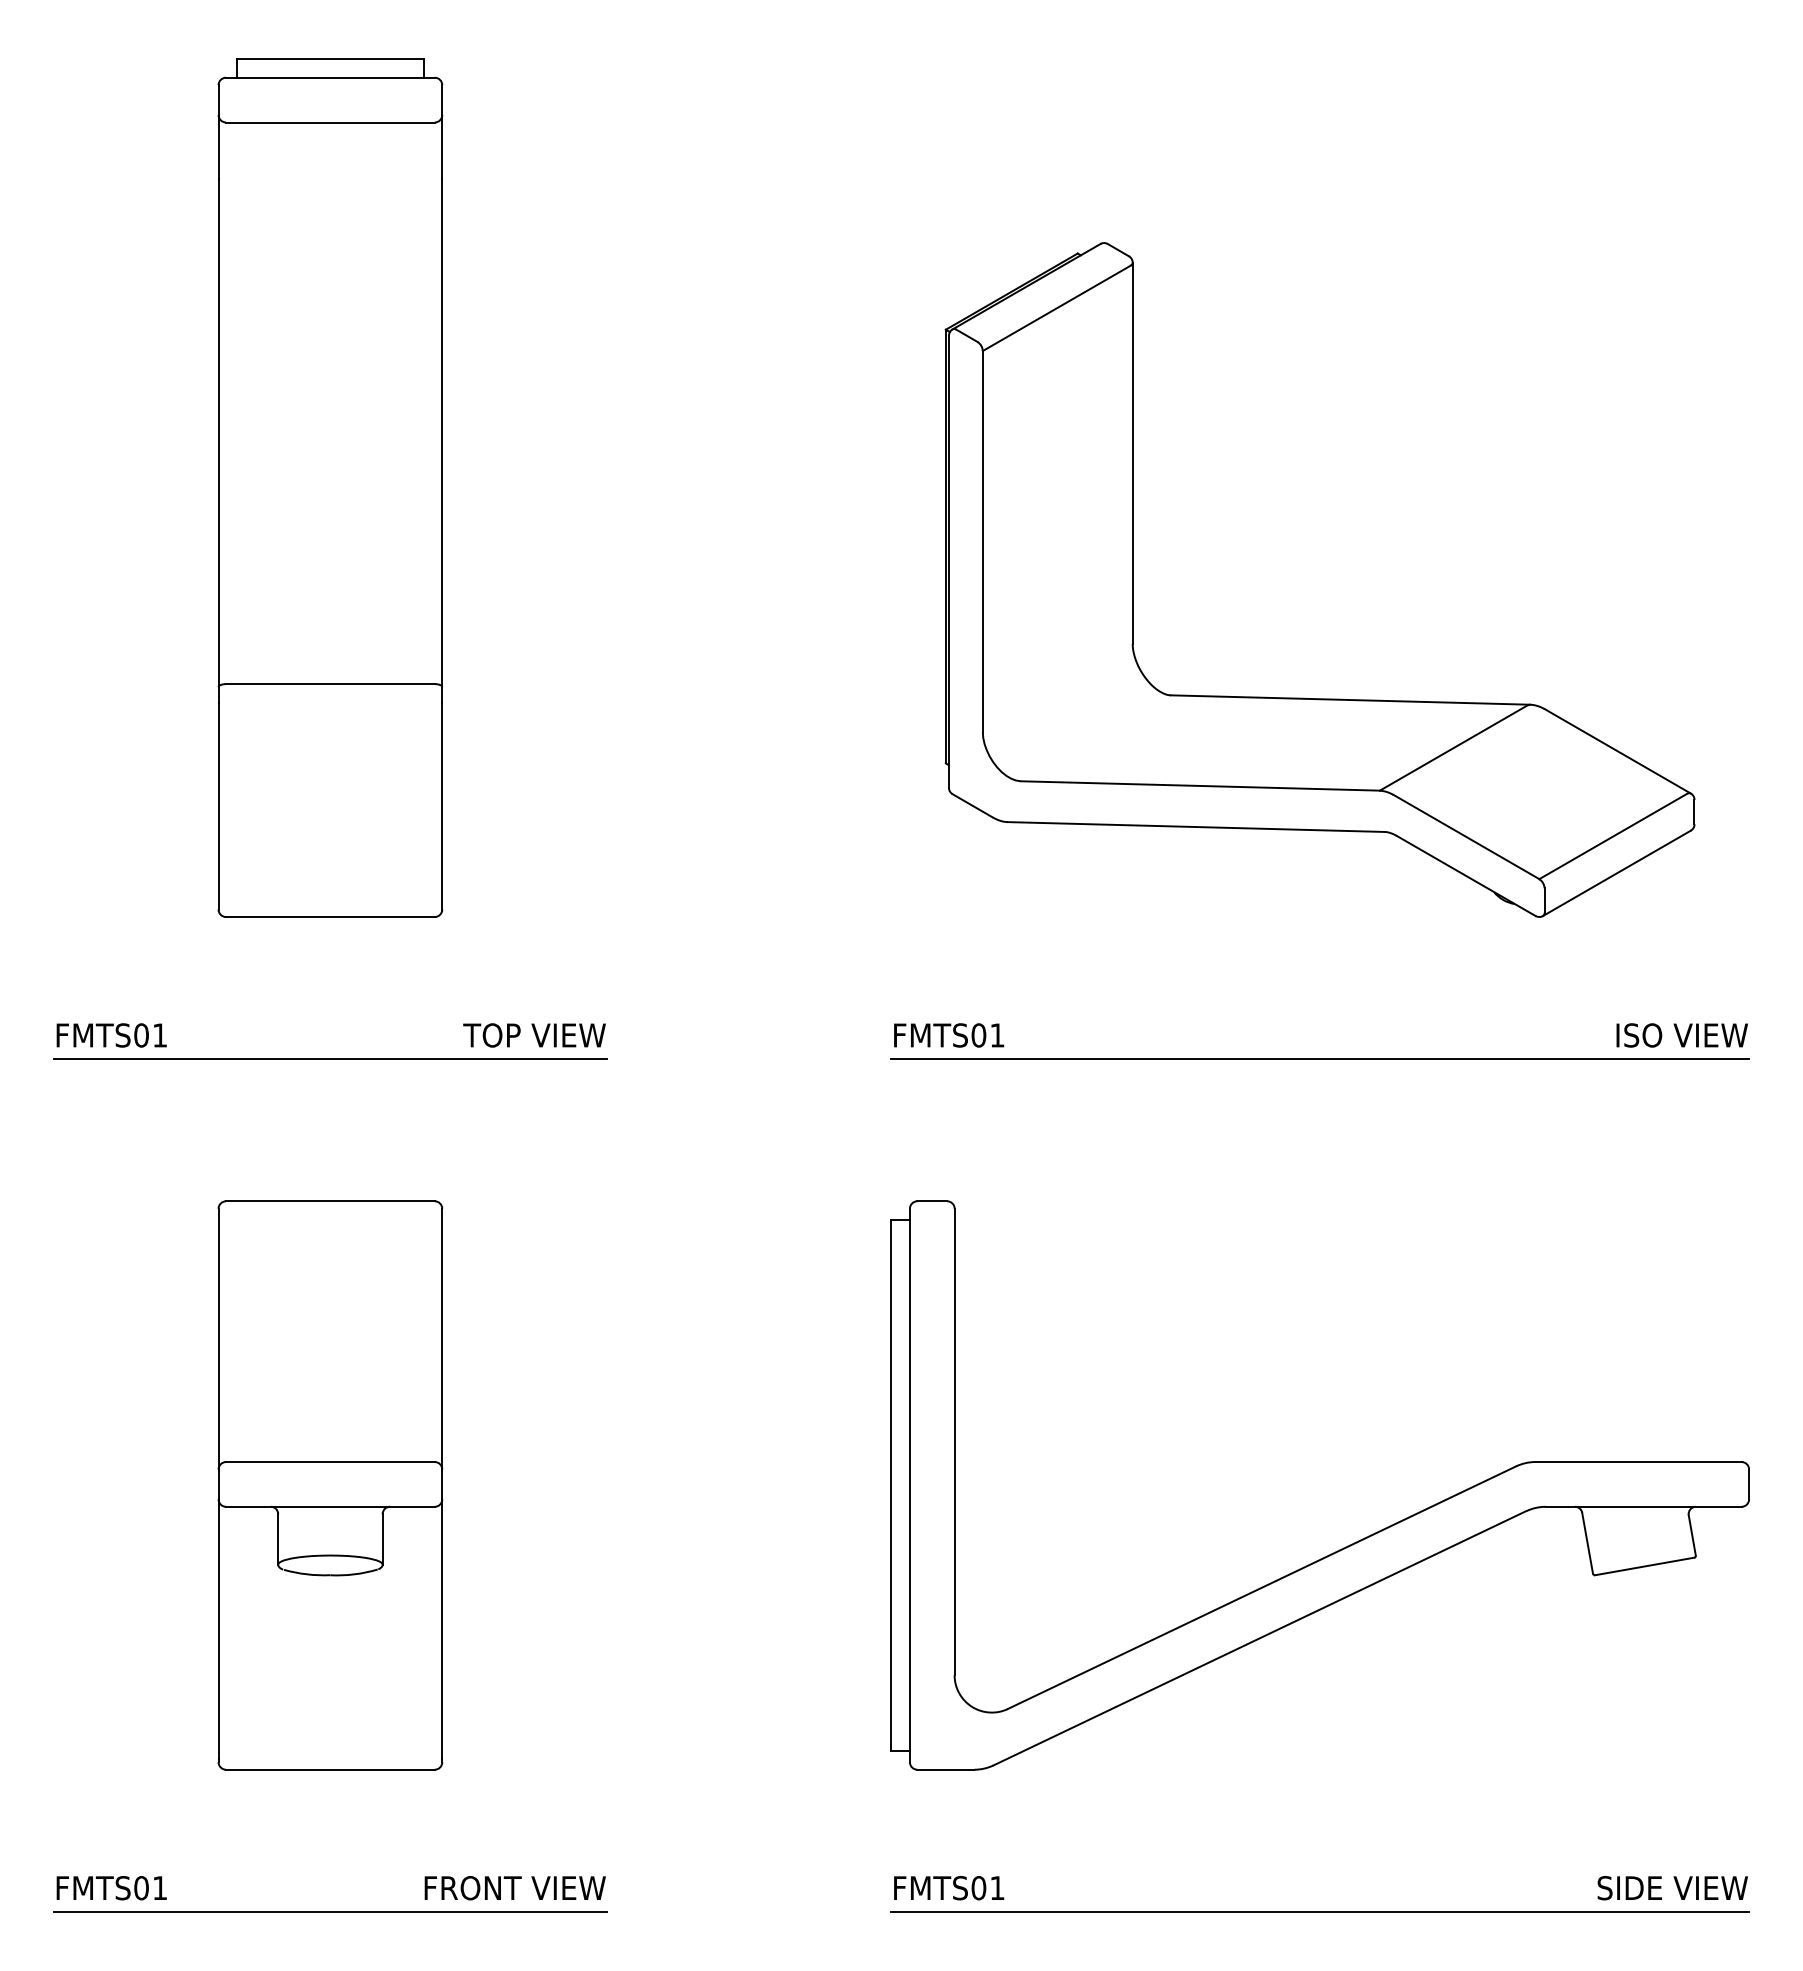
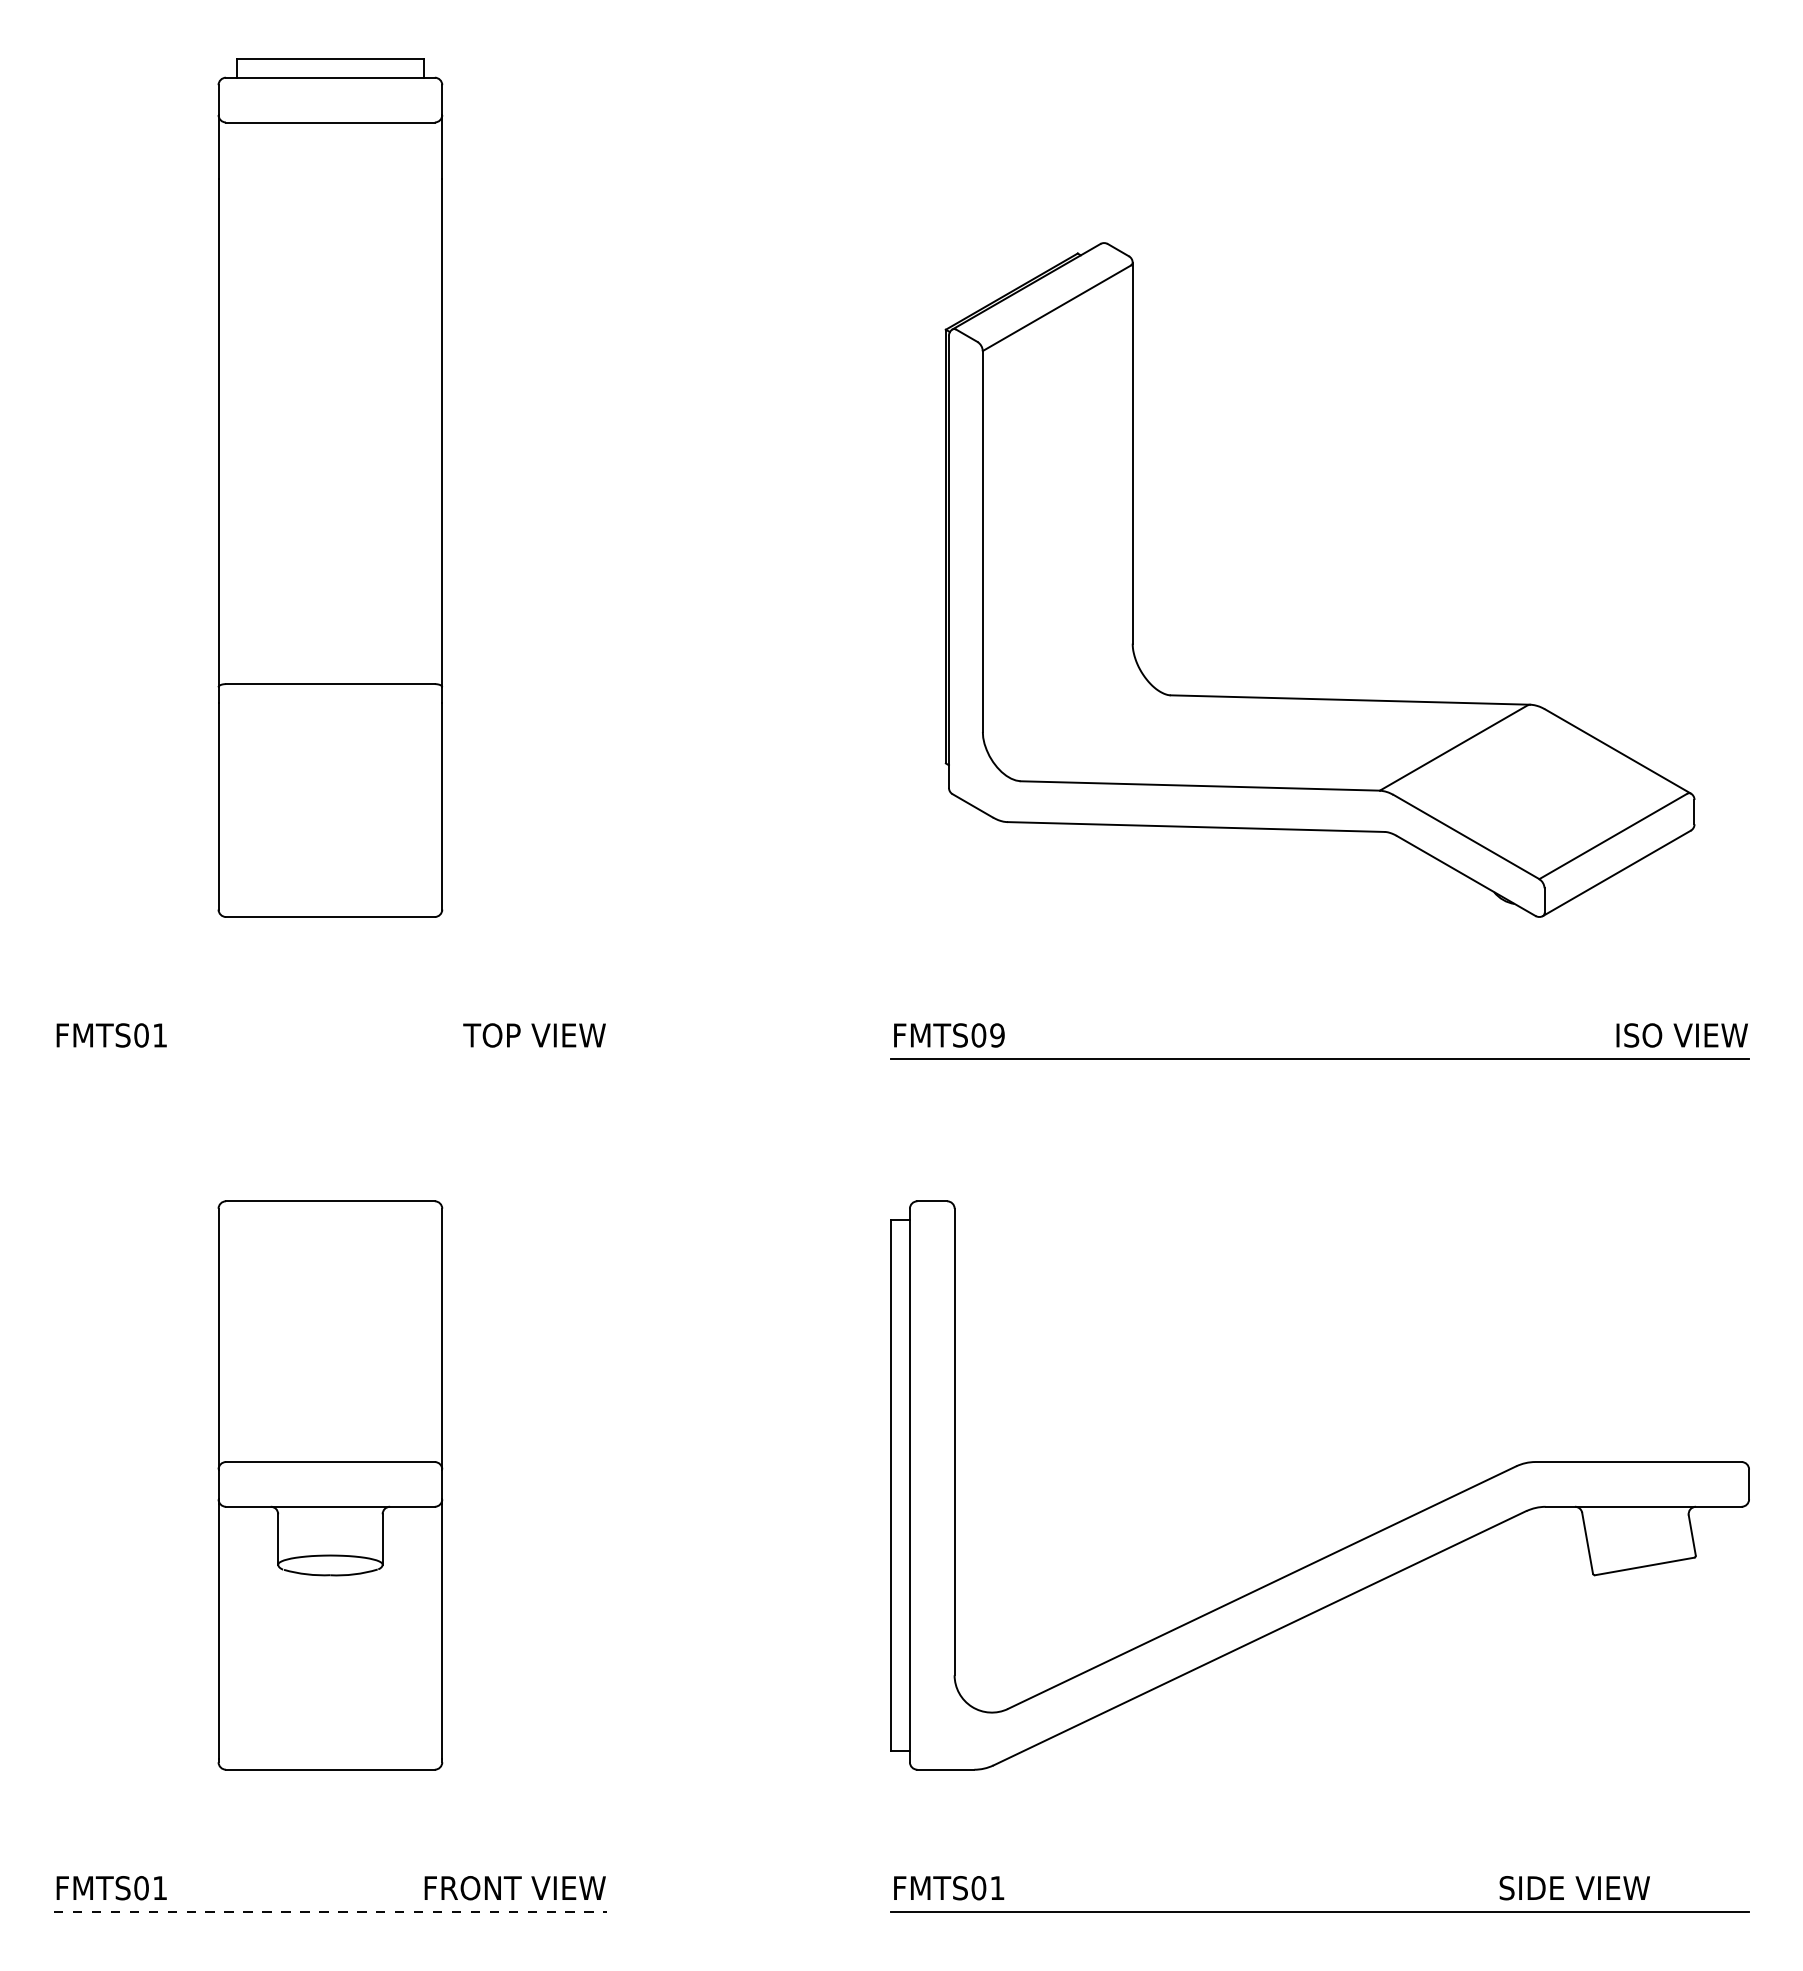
text at (997, 1035): FMTS01 -> FMTS09
line at (329, 1059): present -> none
text at (1672, 1888) position: (1672, 1888) -> (1574, 1888)
line at (330, 1911): solid -> dashed
